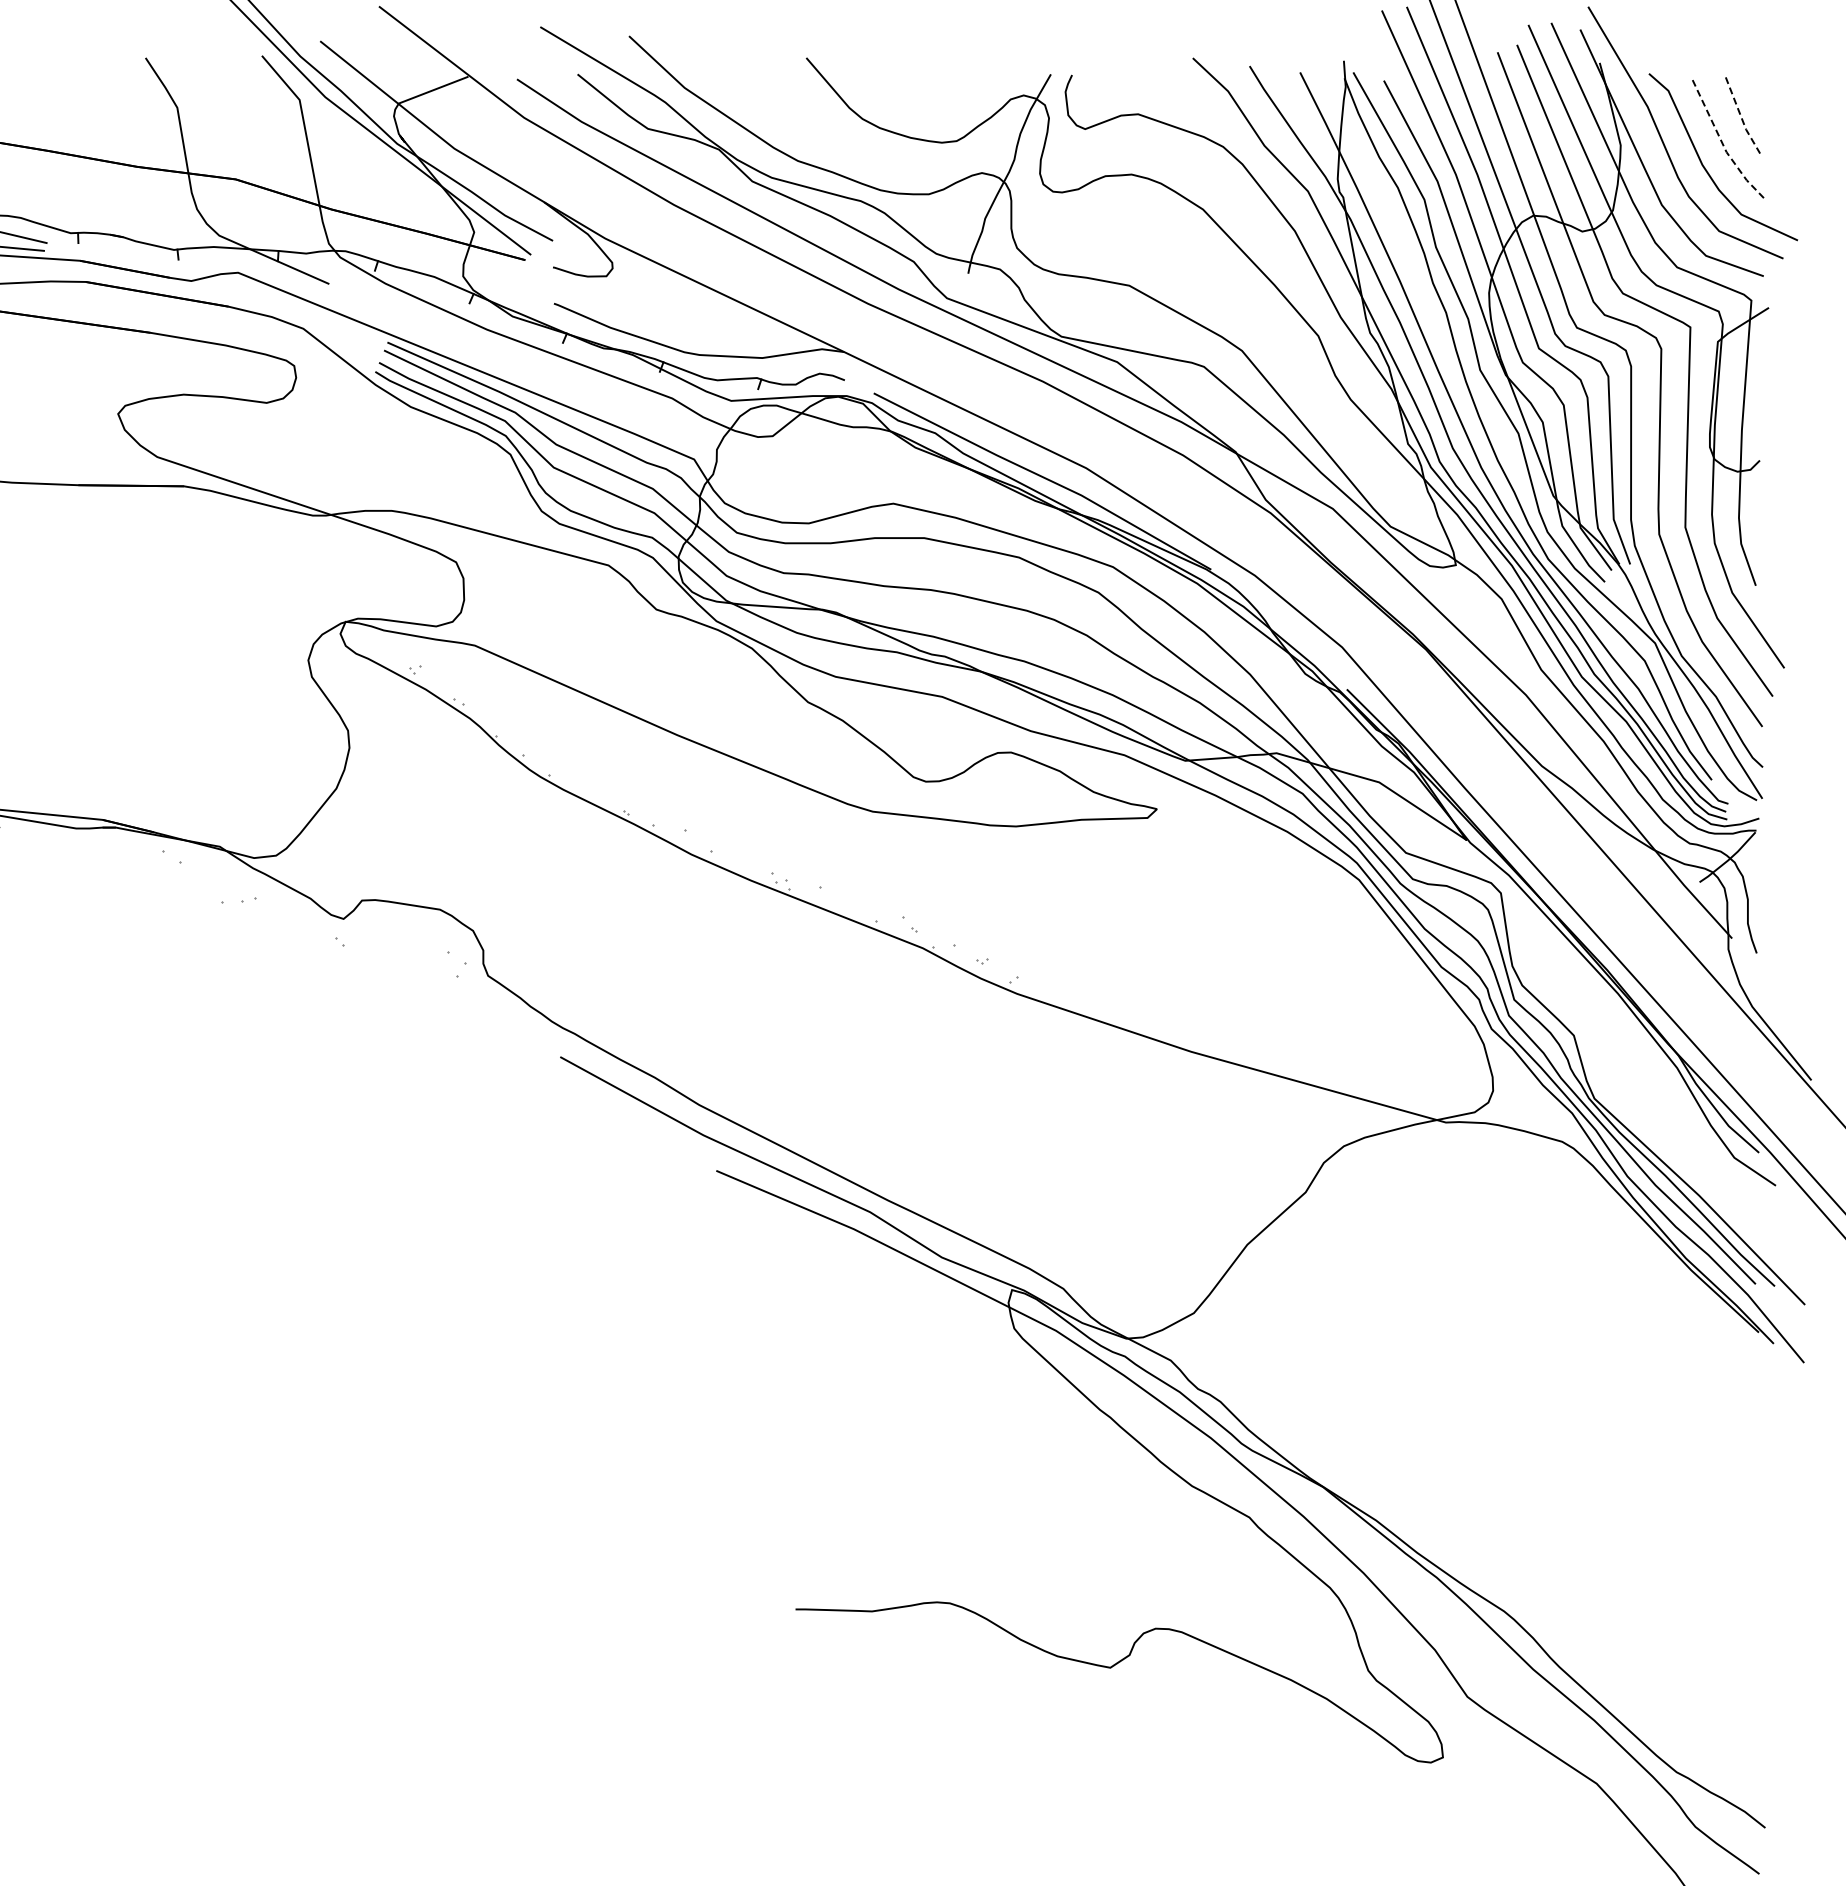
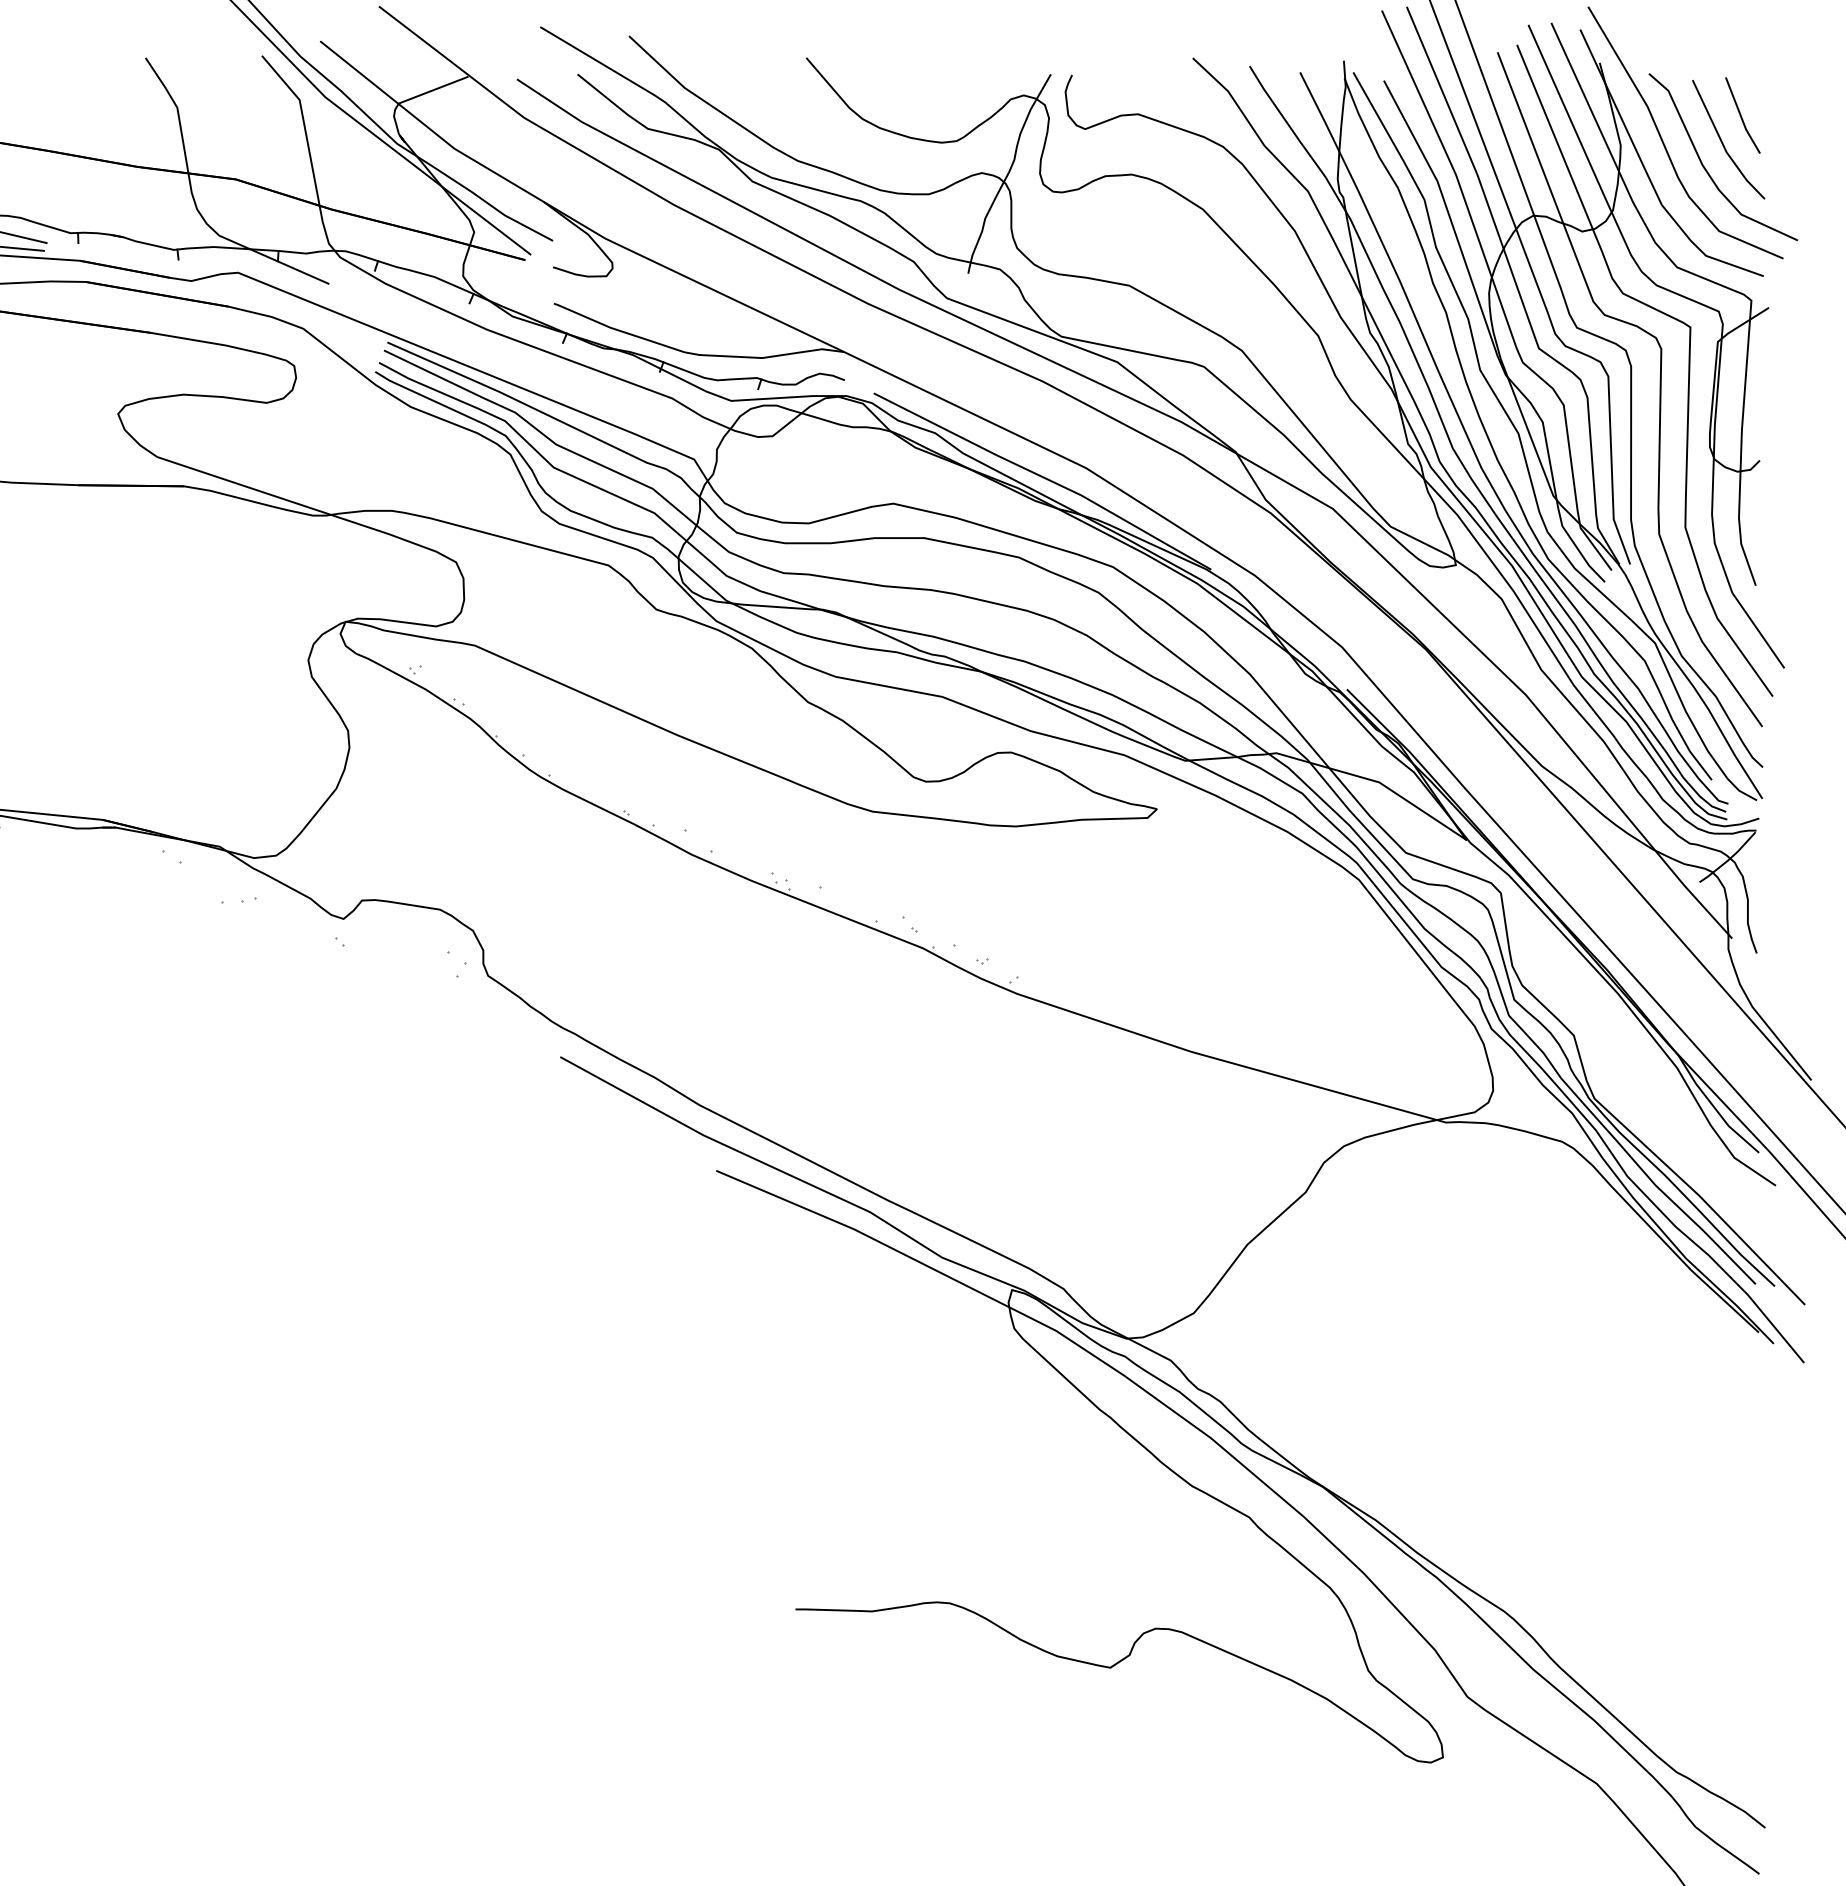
line at (1741, 116): dashed -> solid
line at (1723, 145): dashed -> solid
